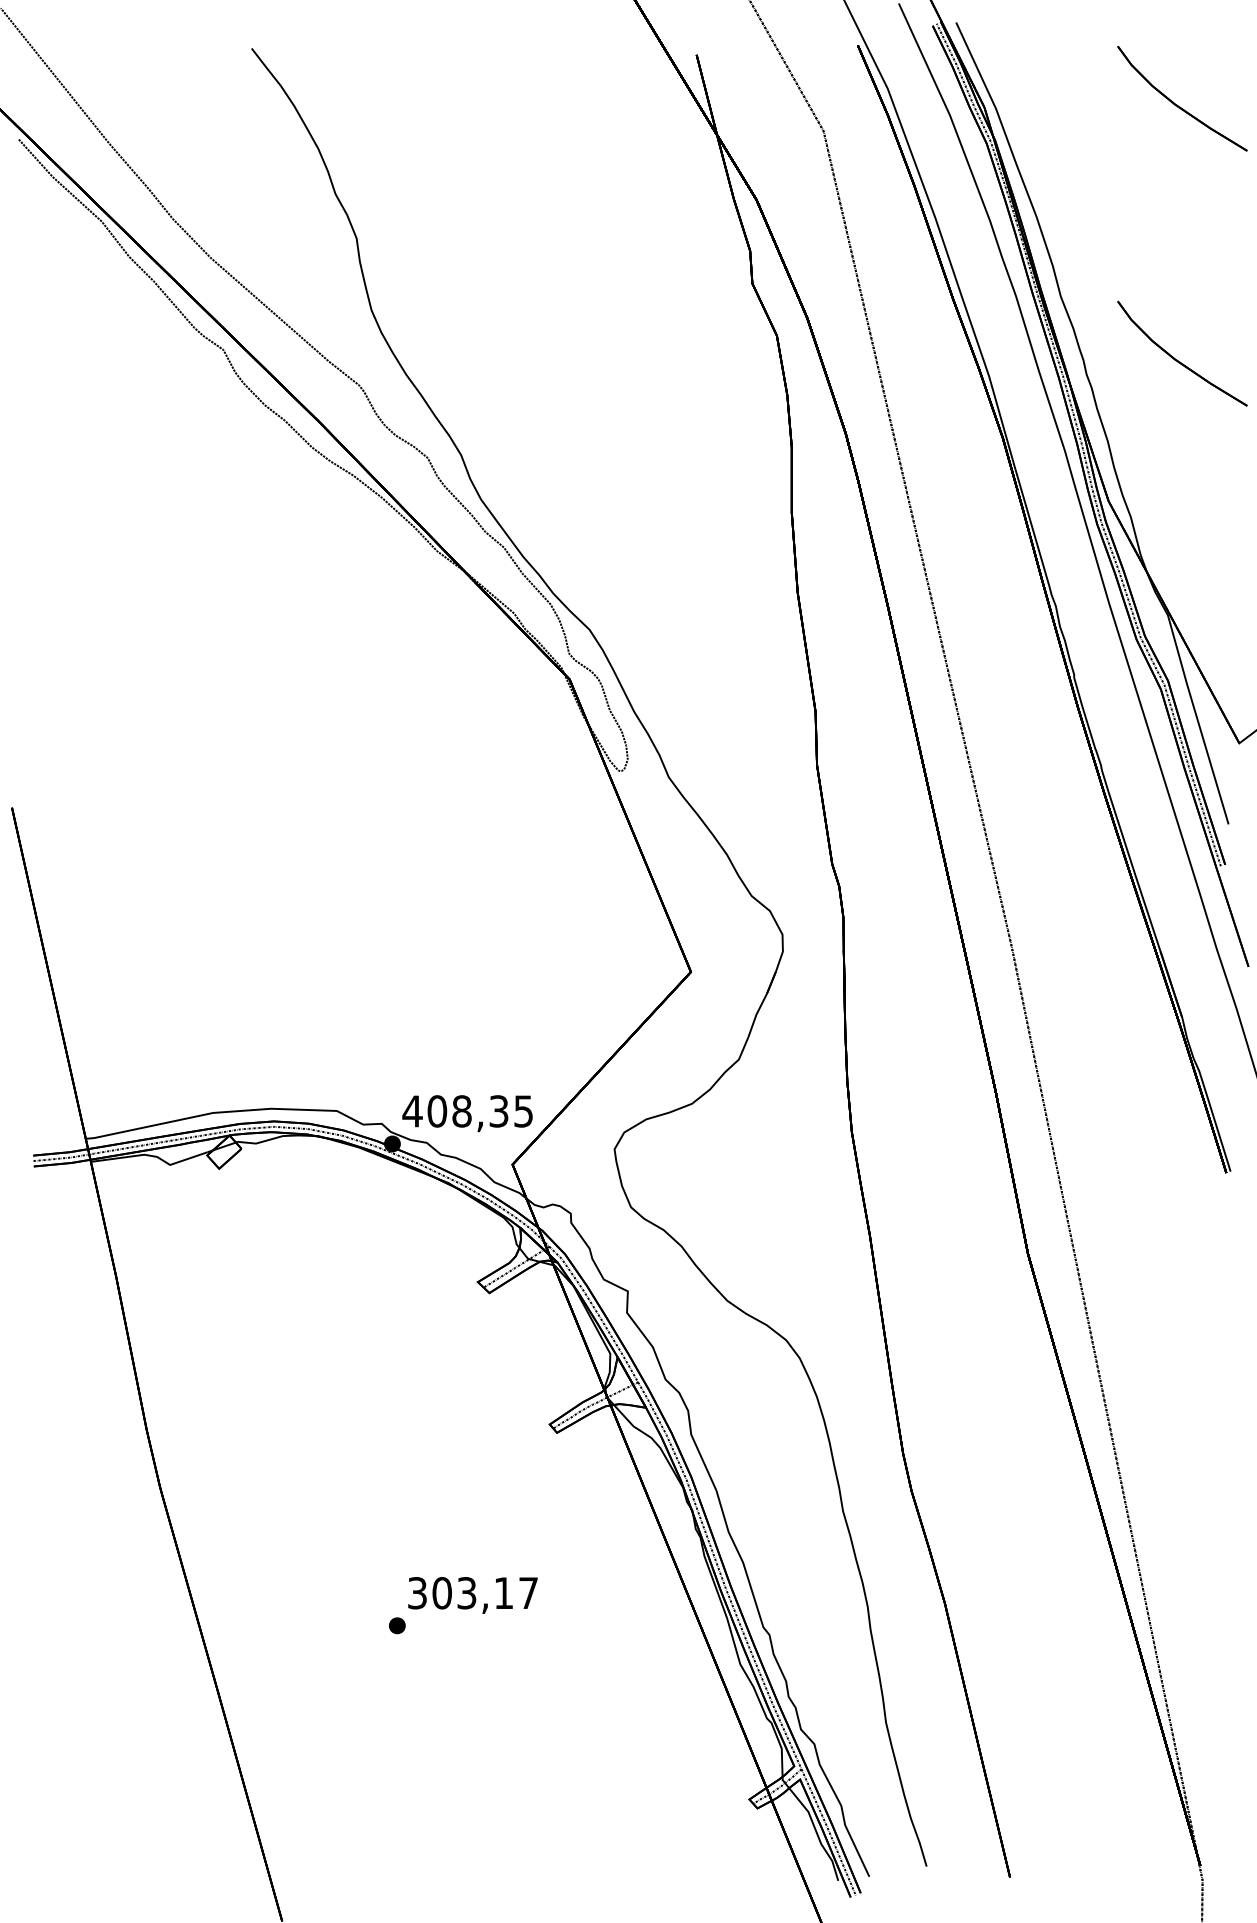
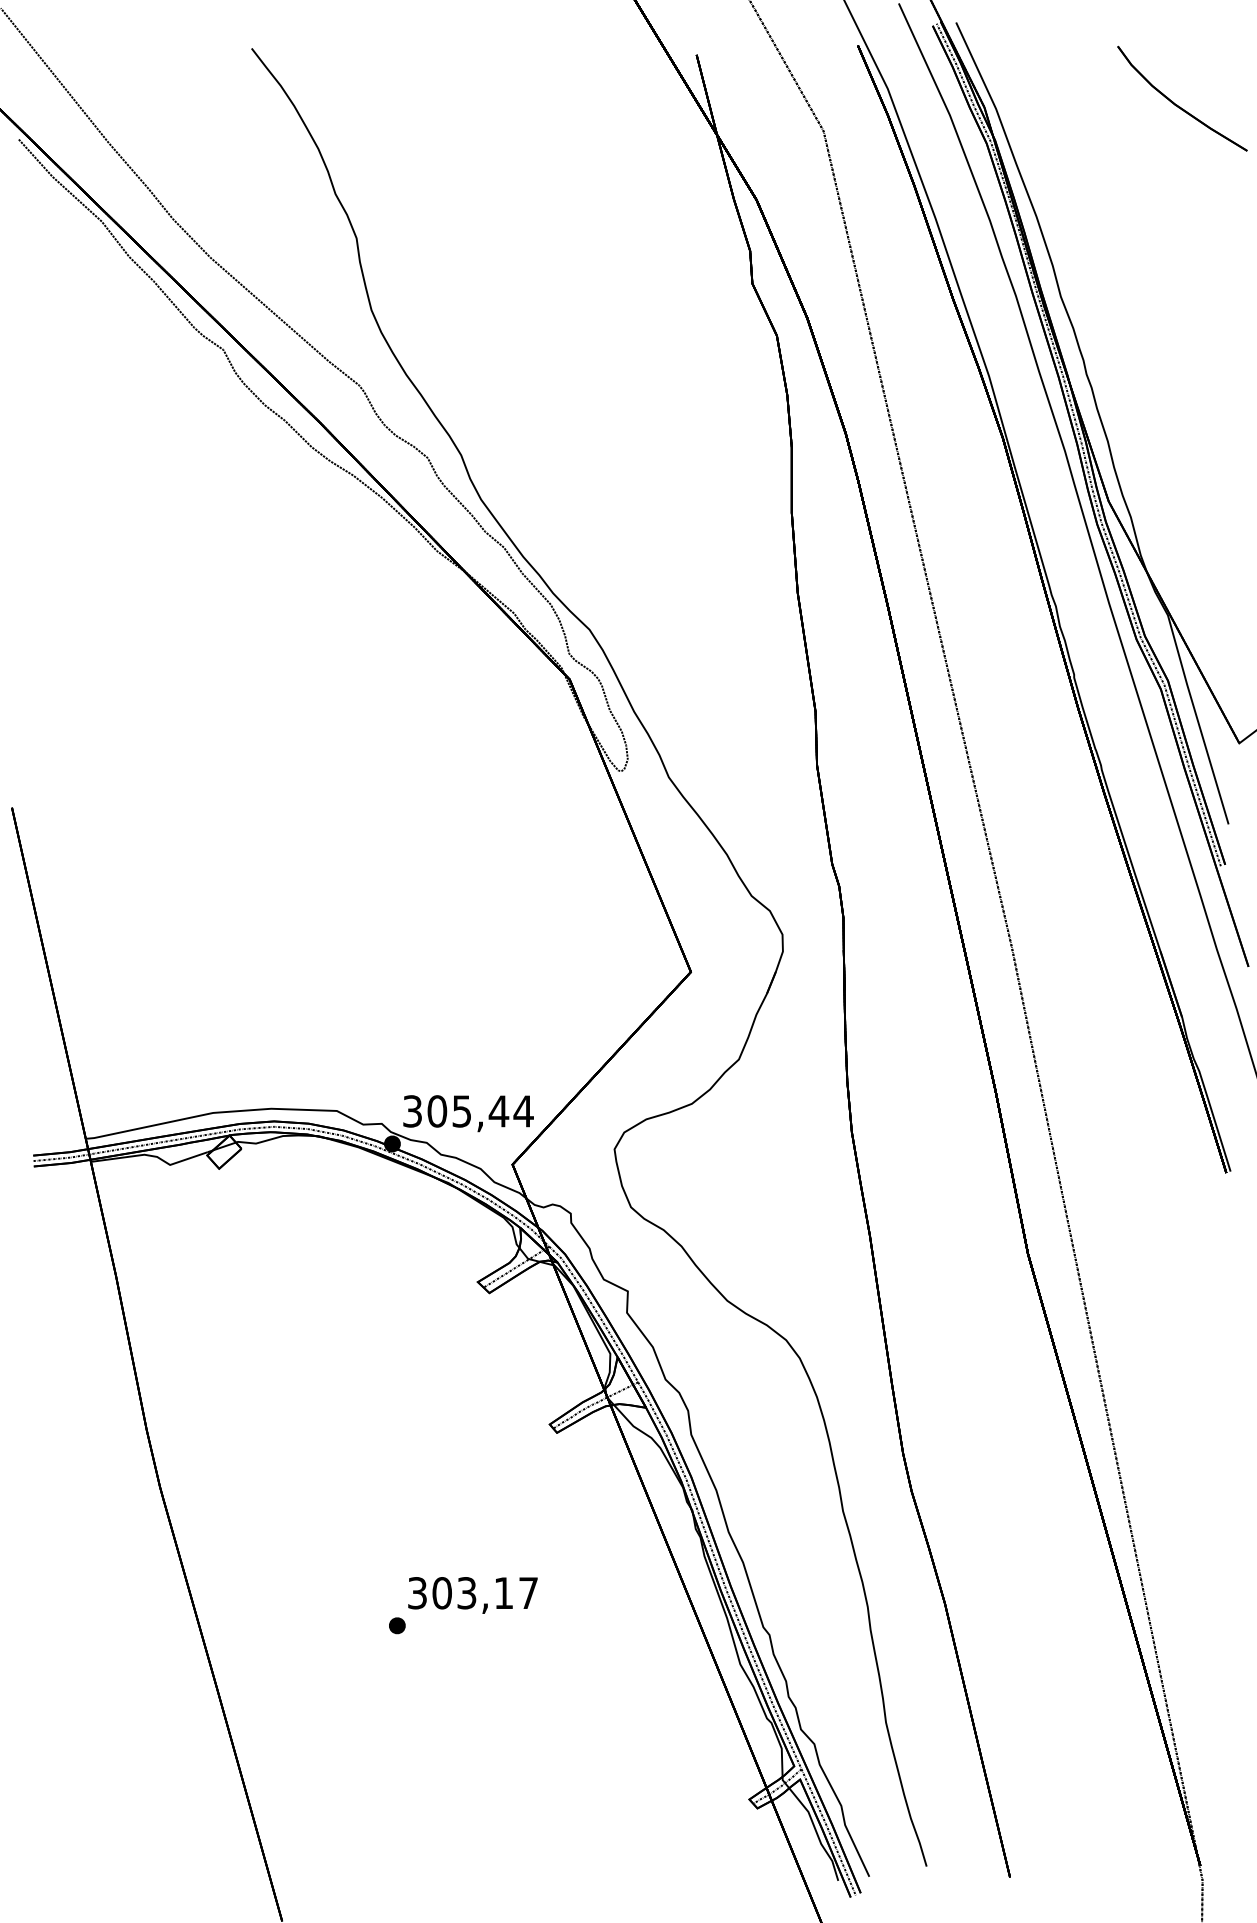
part at (1177, 359): present -> none
text at (467, 1111): 408,35 -> 305,44
